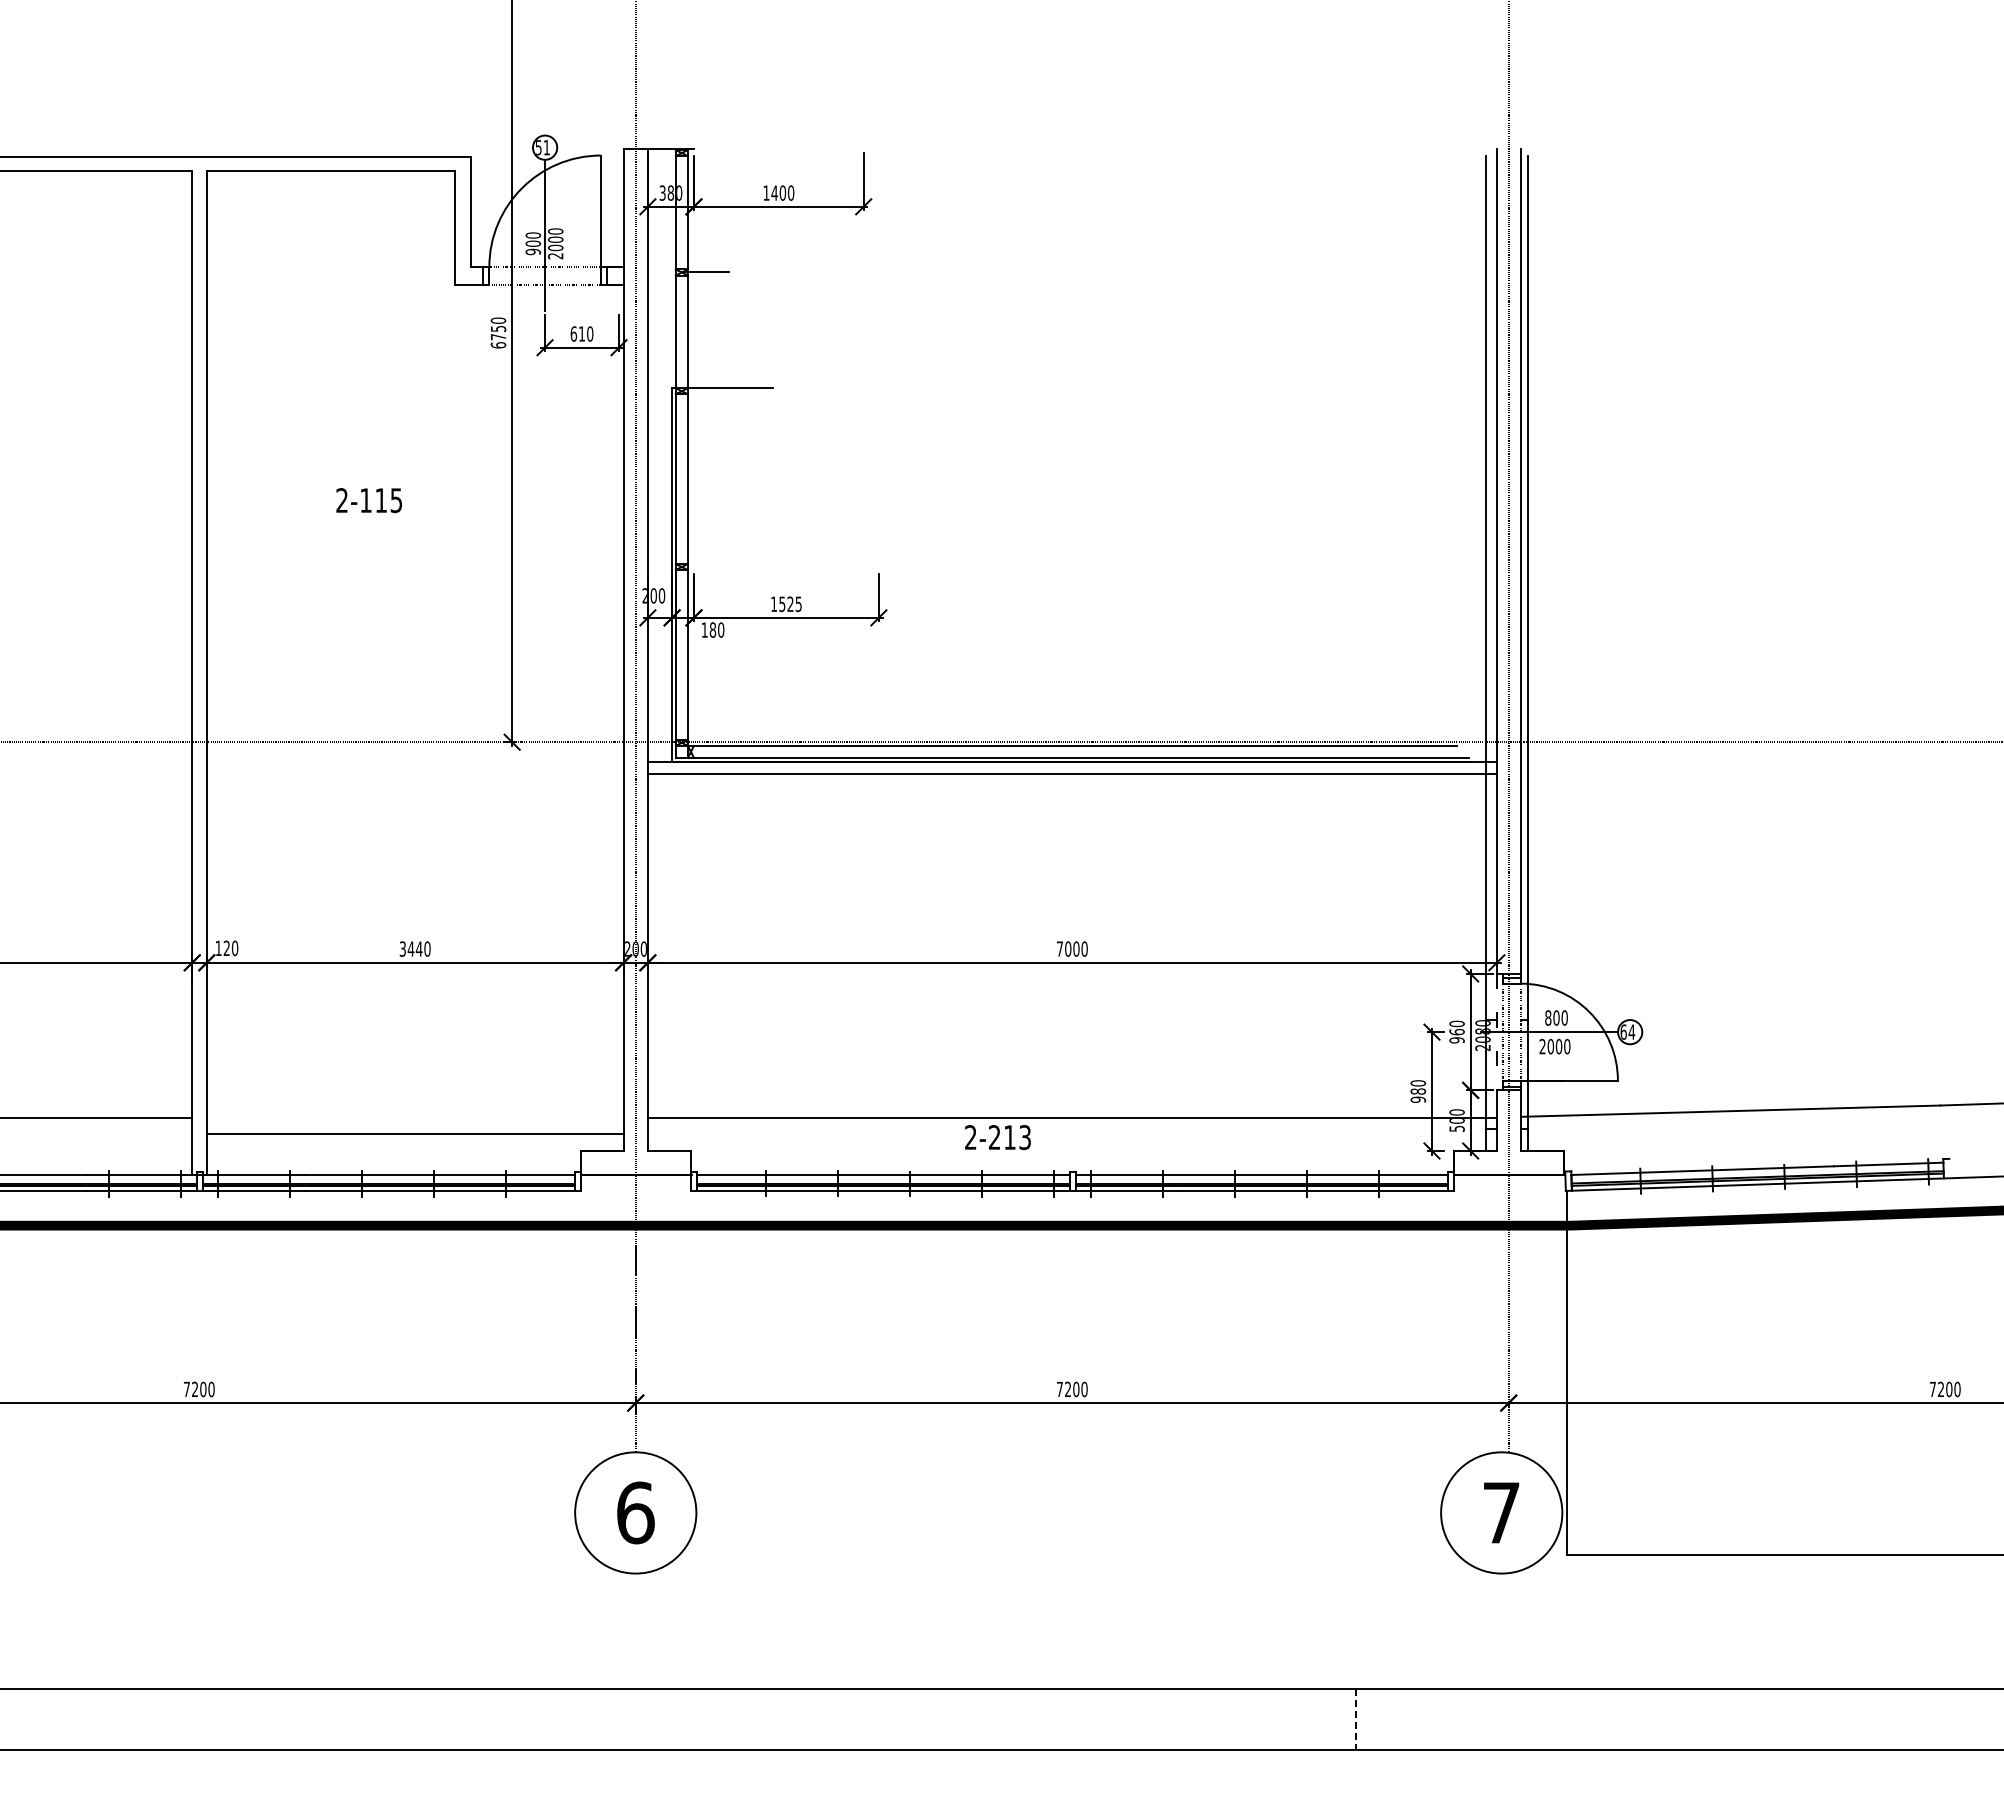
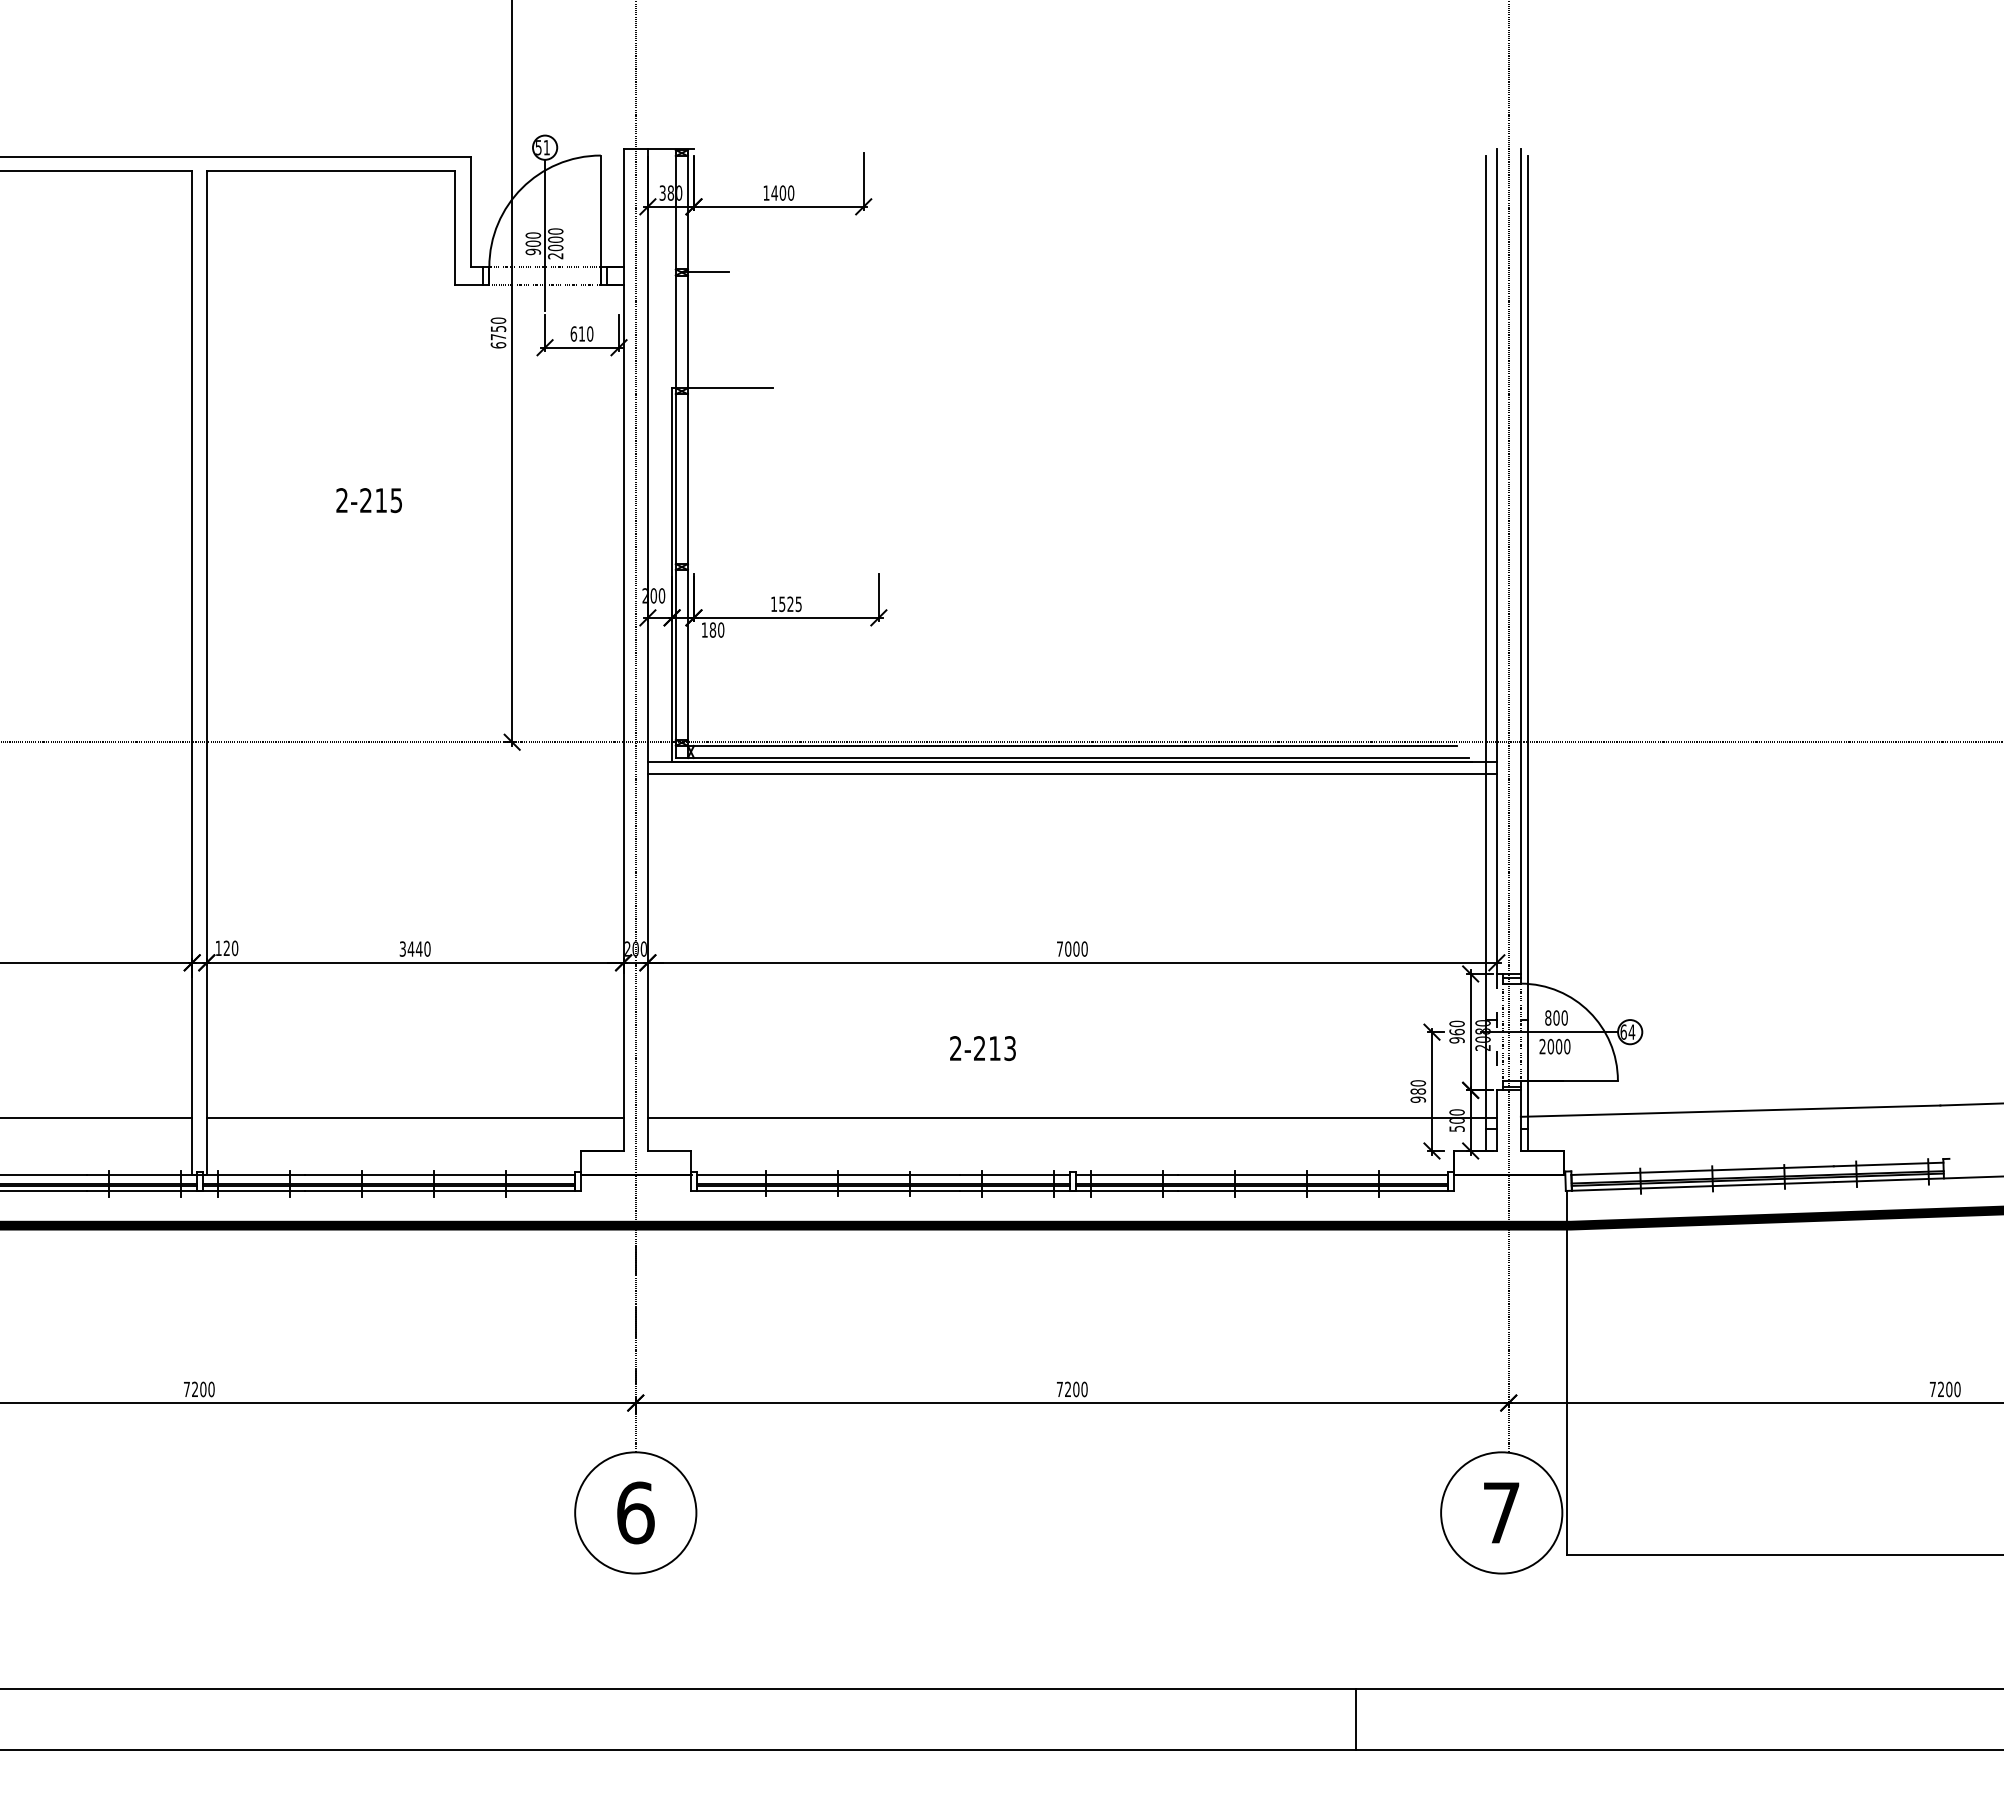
text at (365, 500): 2-115 -> 2-215
line at (414, 1134) position: (414, 1134) -> (414, 1118)
text at (997, 1137) position: (997, 1137) -> (982, 1048)
line at (1356, 1720): dashed -> solid
